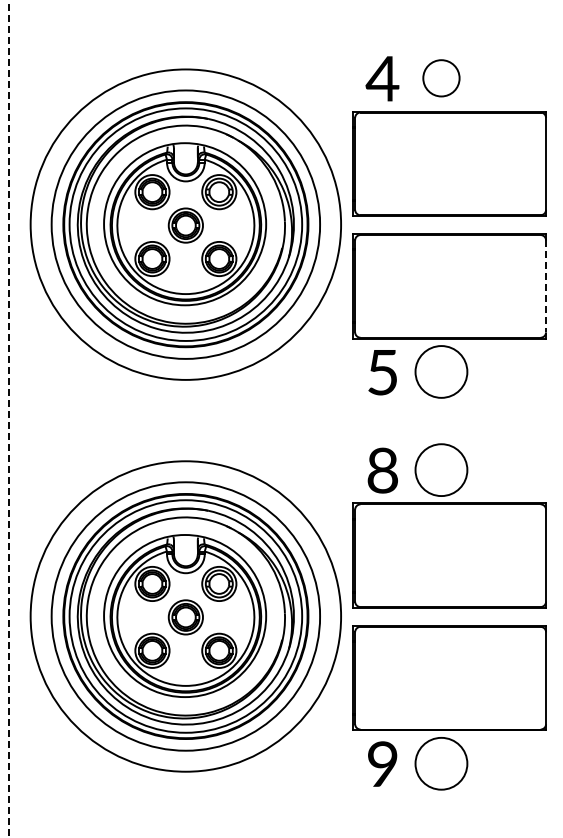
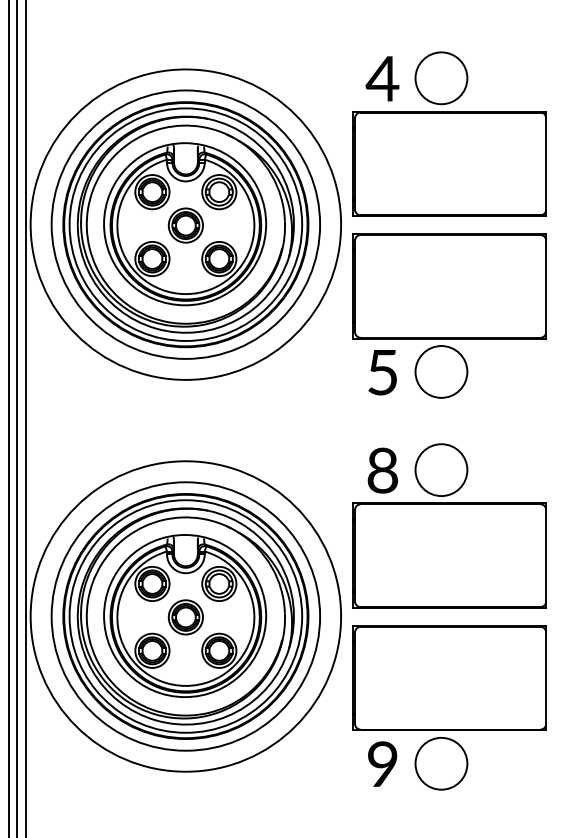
circle at (441, 78) diameter: 36 px -> 52 px
line at (546, 286): dashed -> solid
line at (16, 418): none -> present
line at (25, 418): none -> present
line at (8, 419): dashed -> solid
